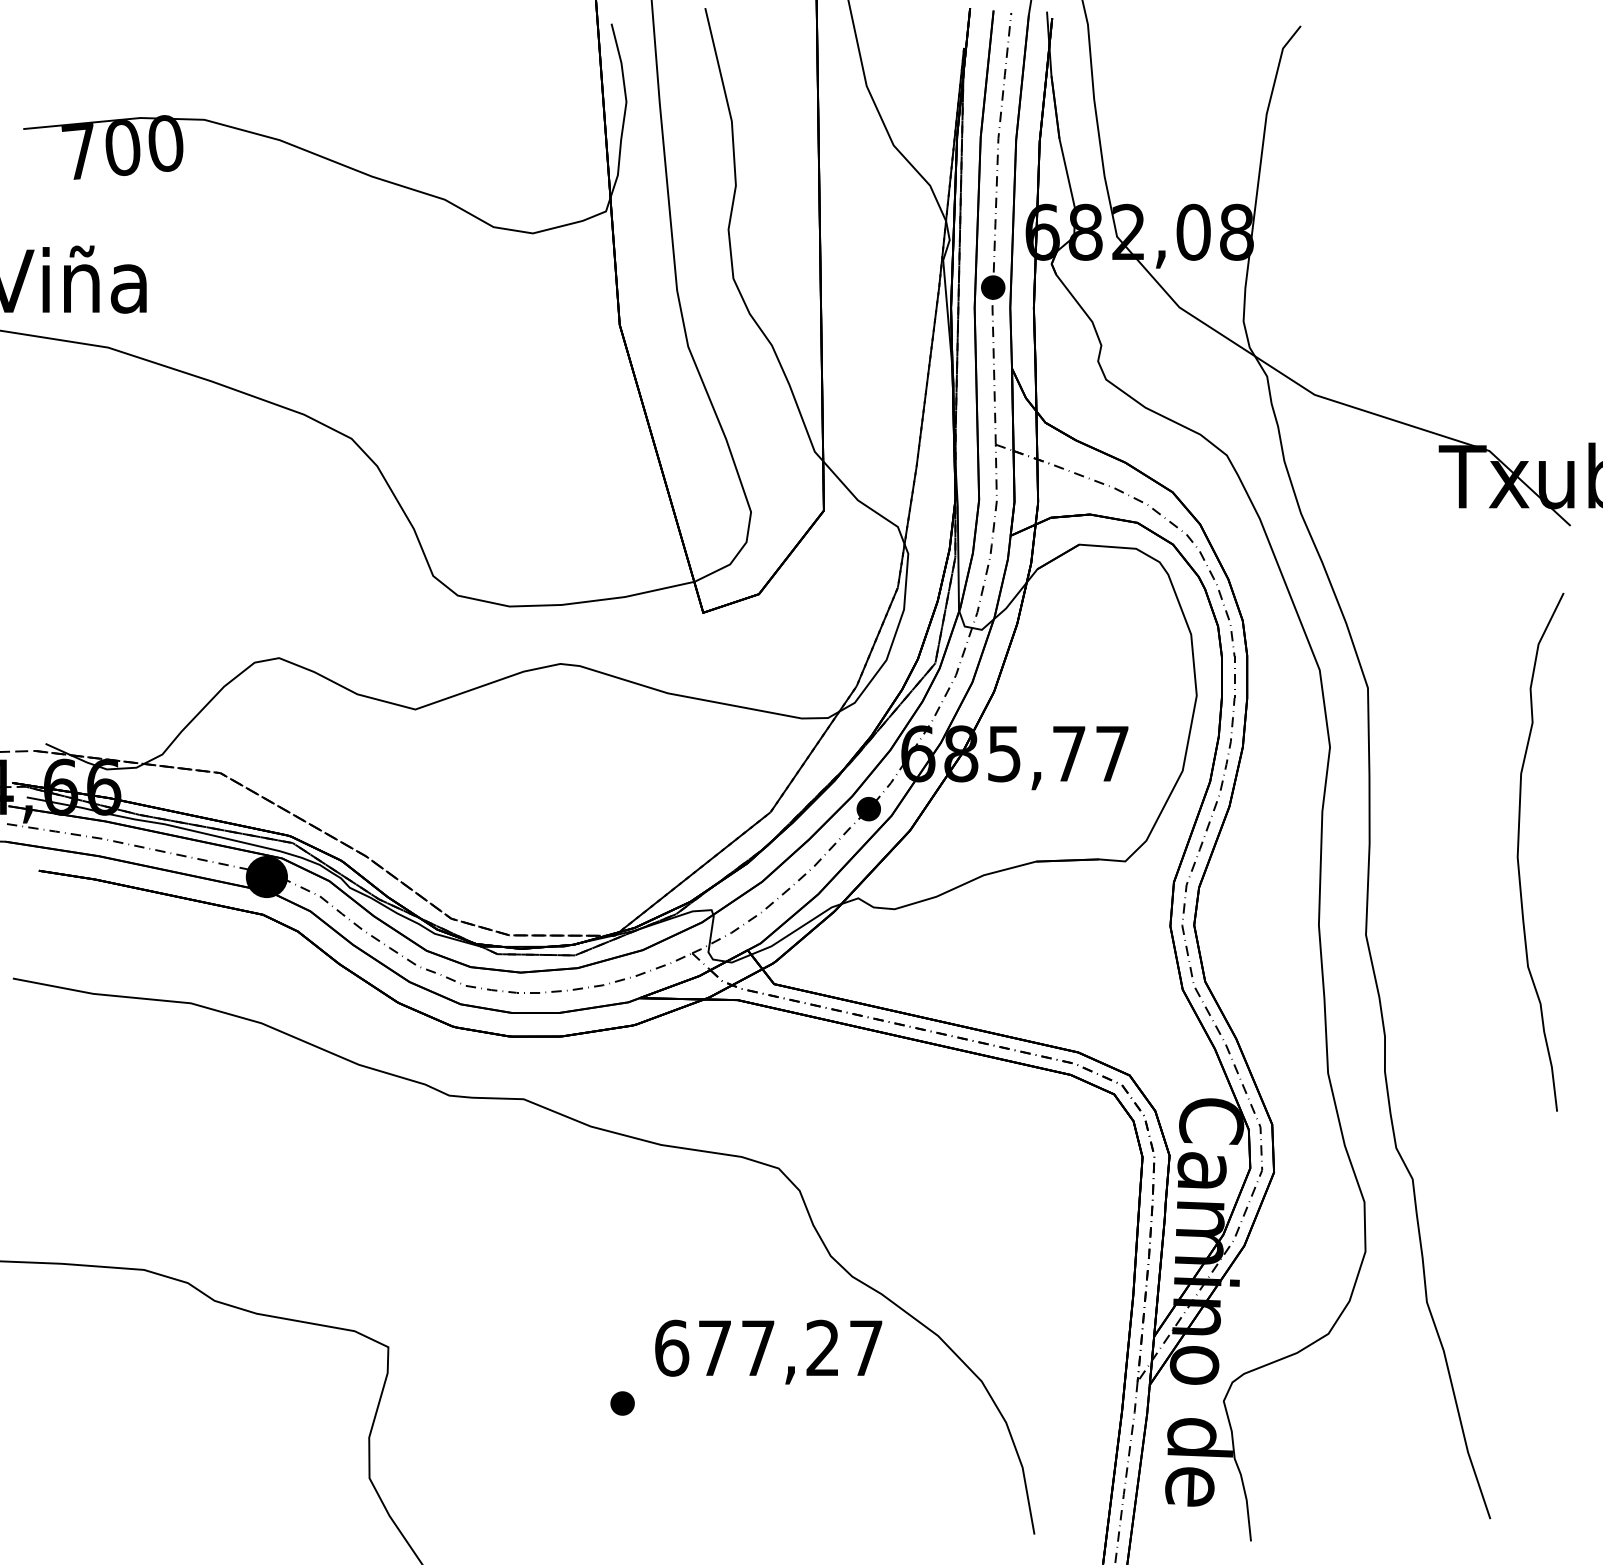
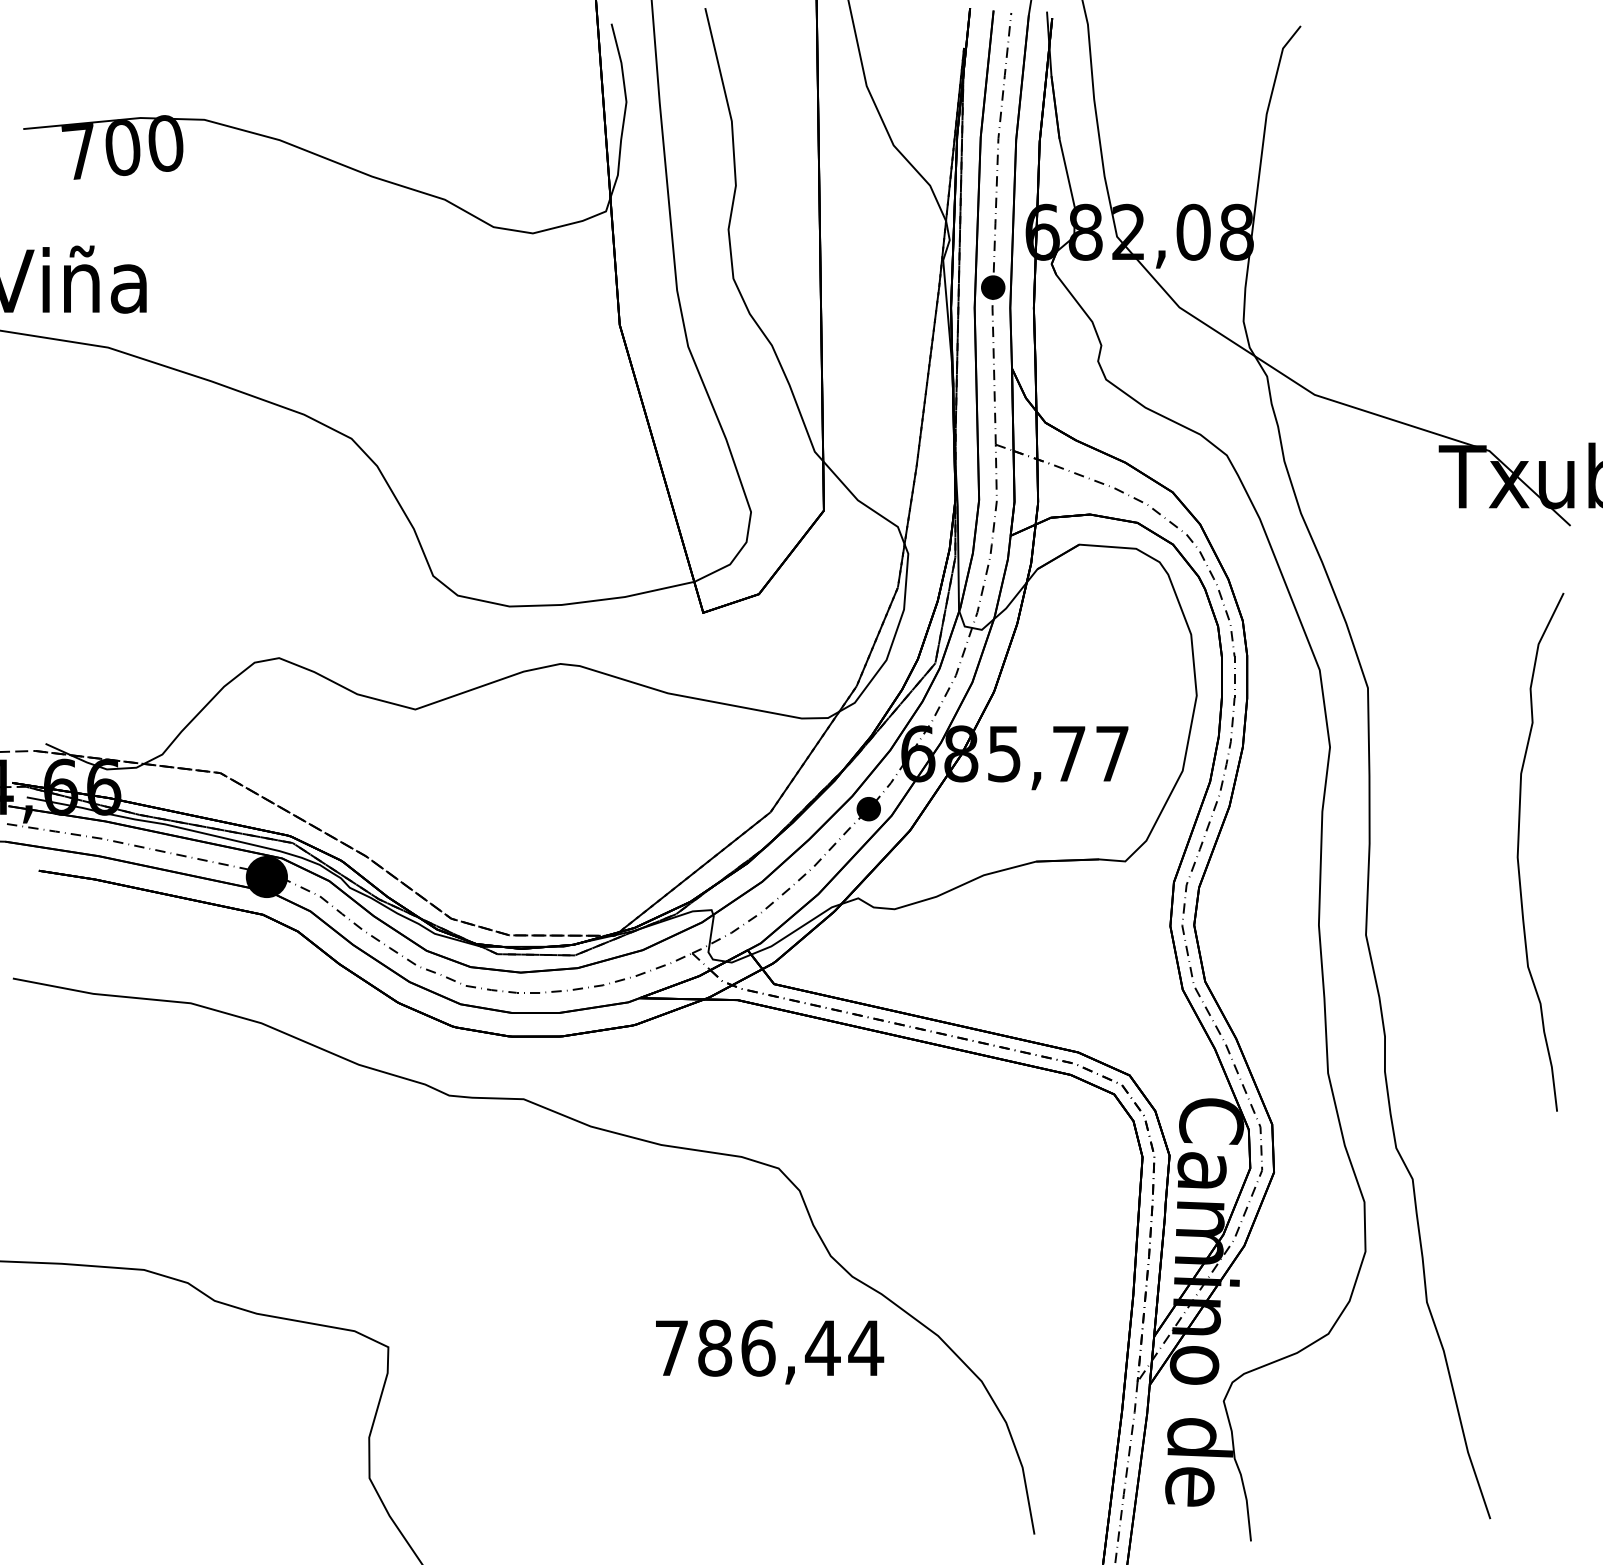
text at (769, 1347): 677,27 -> 786,44
part at (622, 1403): present -> none
